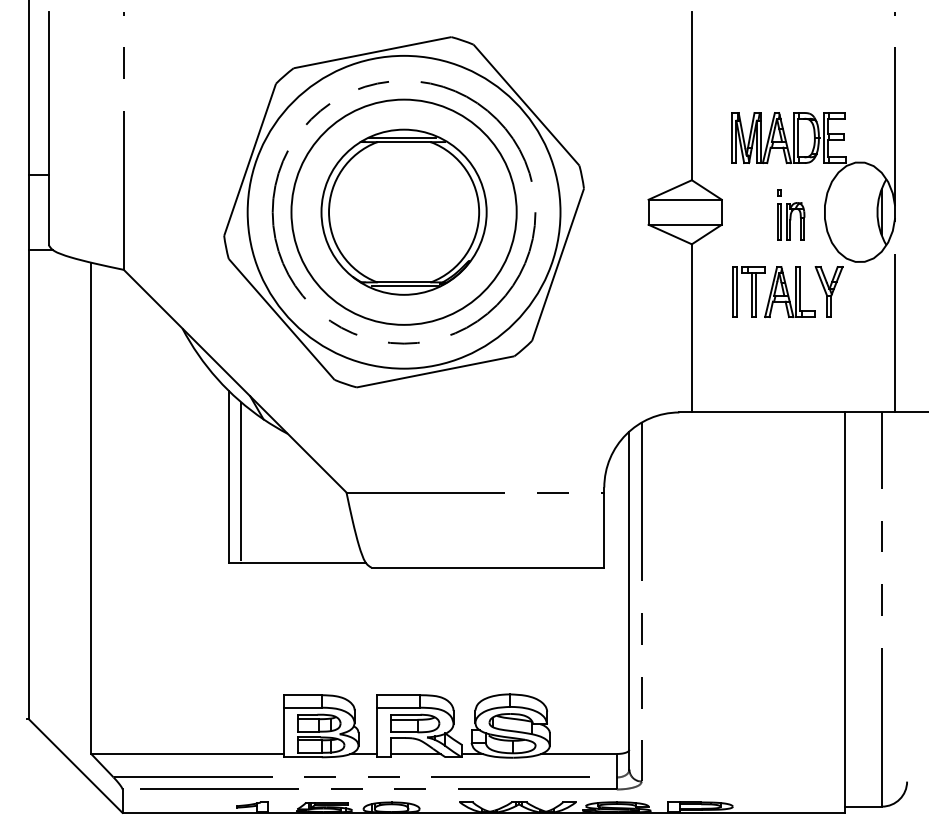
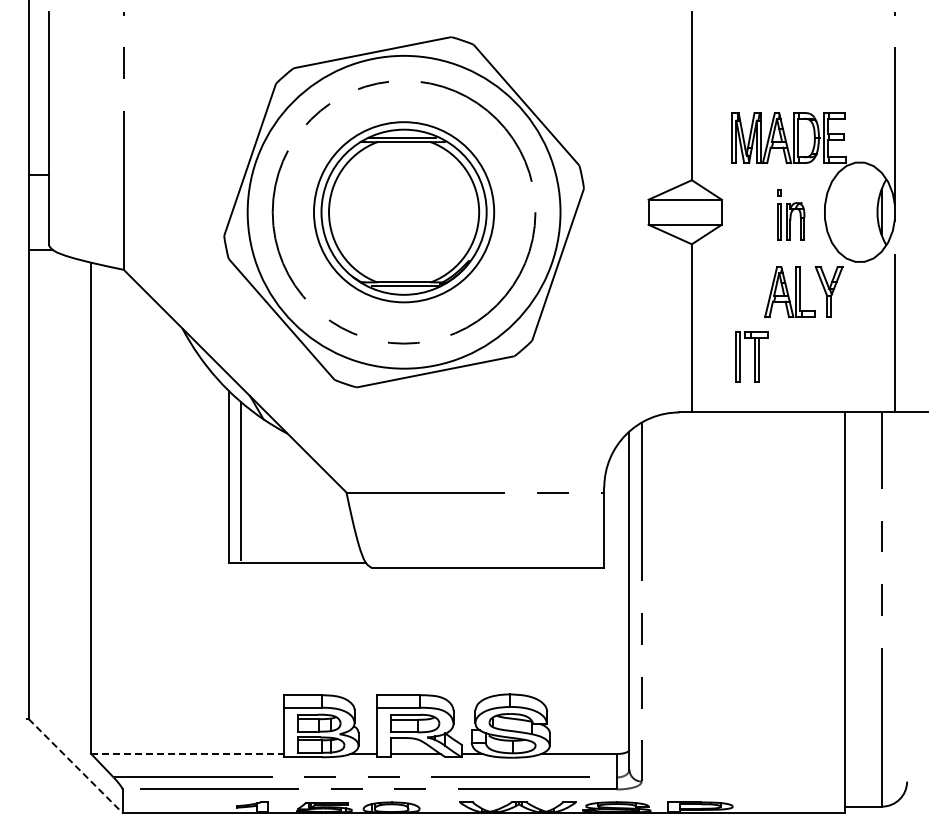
circle at (403, 211) diameter: 225 px -> 180 px
part at (748, 291) position: (748, 291) -> (751, 356)
line at (188, 753): solid -> dashed
line at (75, 766): solid -> dashed
